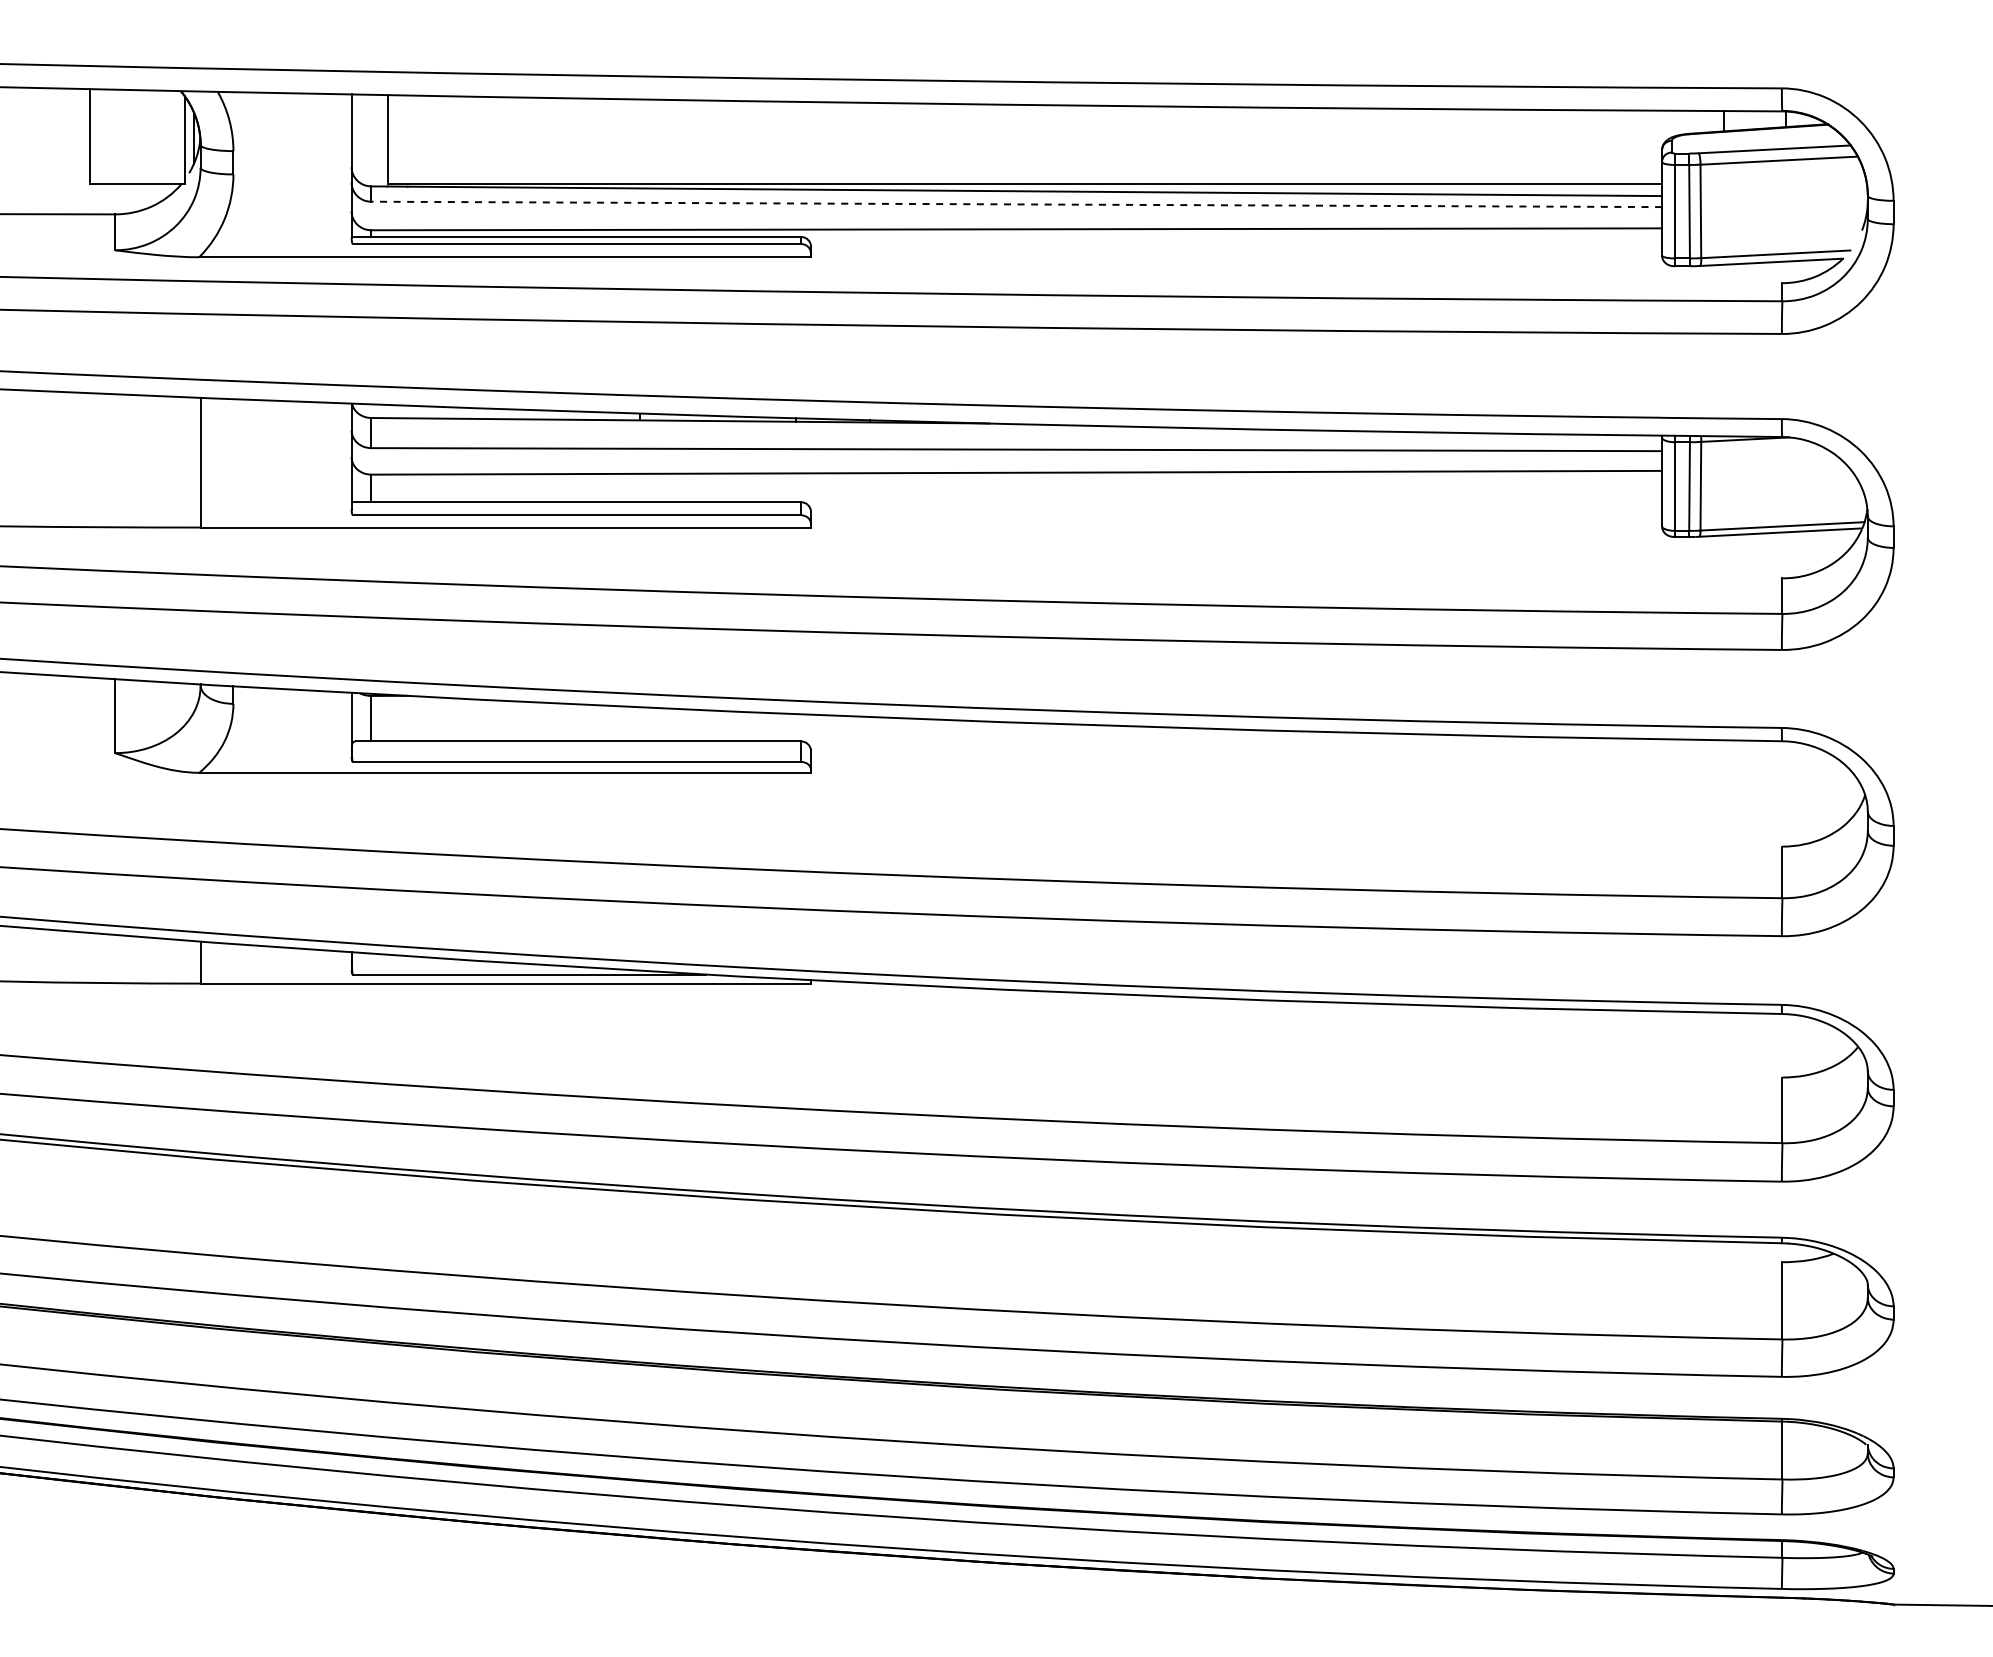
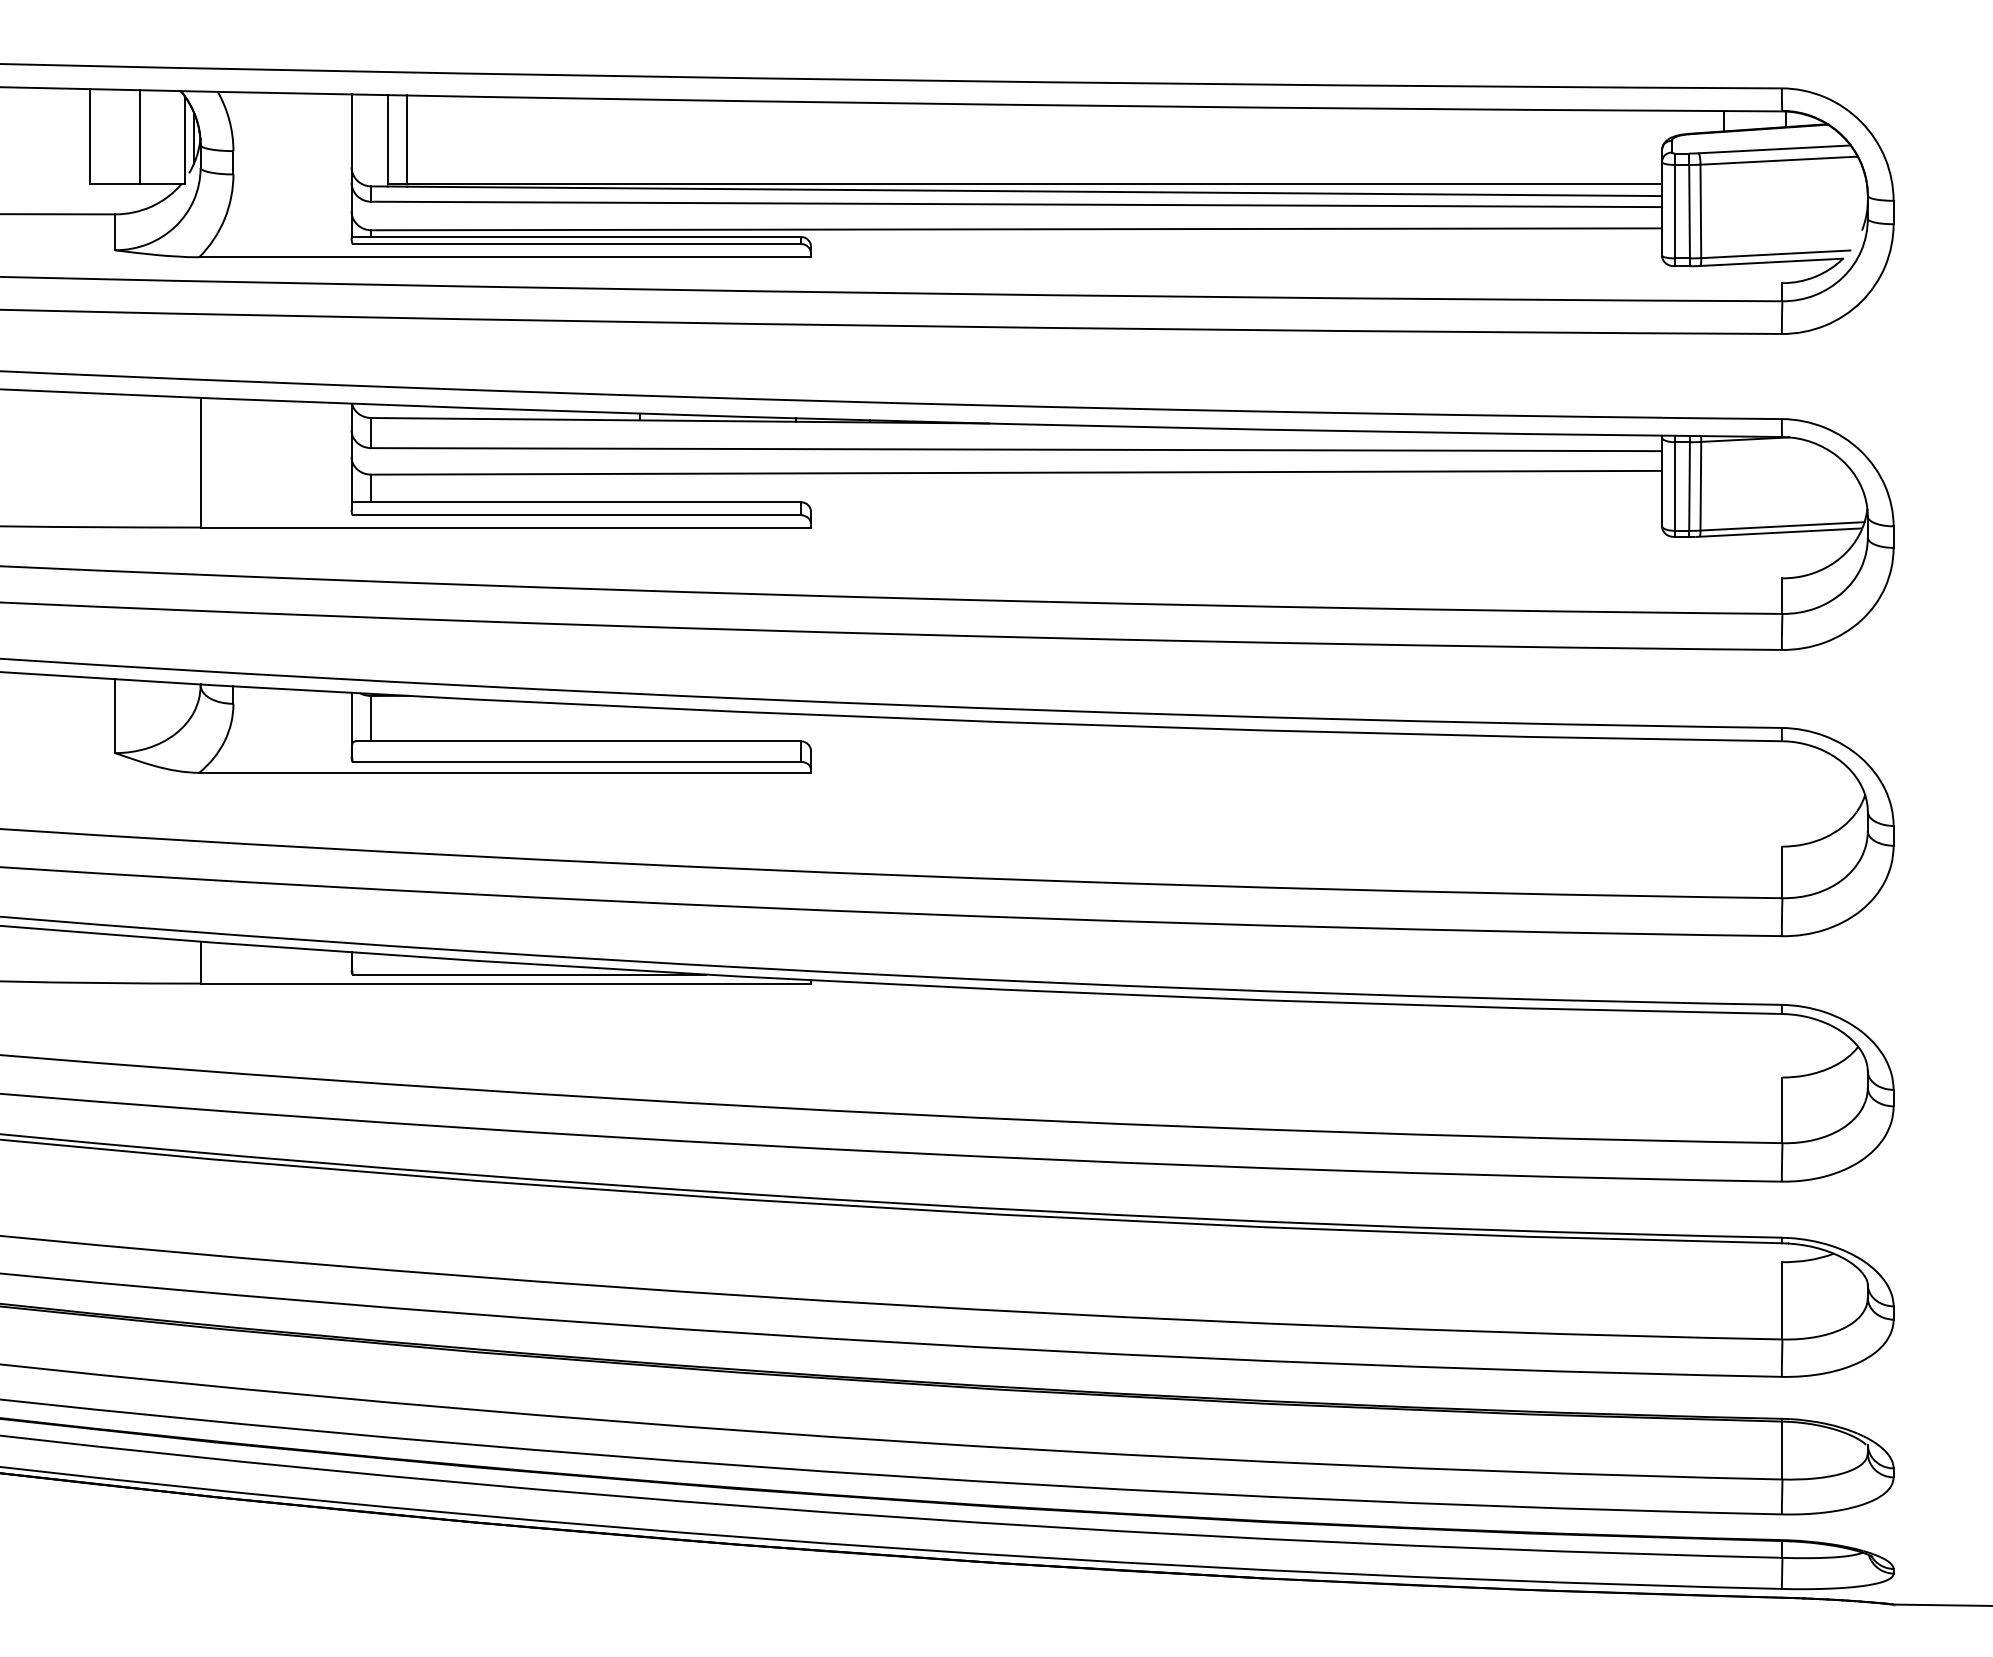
line at (139, 137): none -> present
line at (407, 139): none -> present
line at (1016, 204): dashed -> solid
